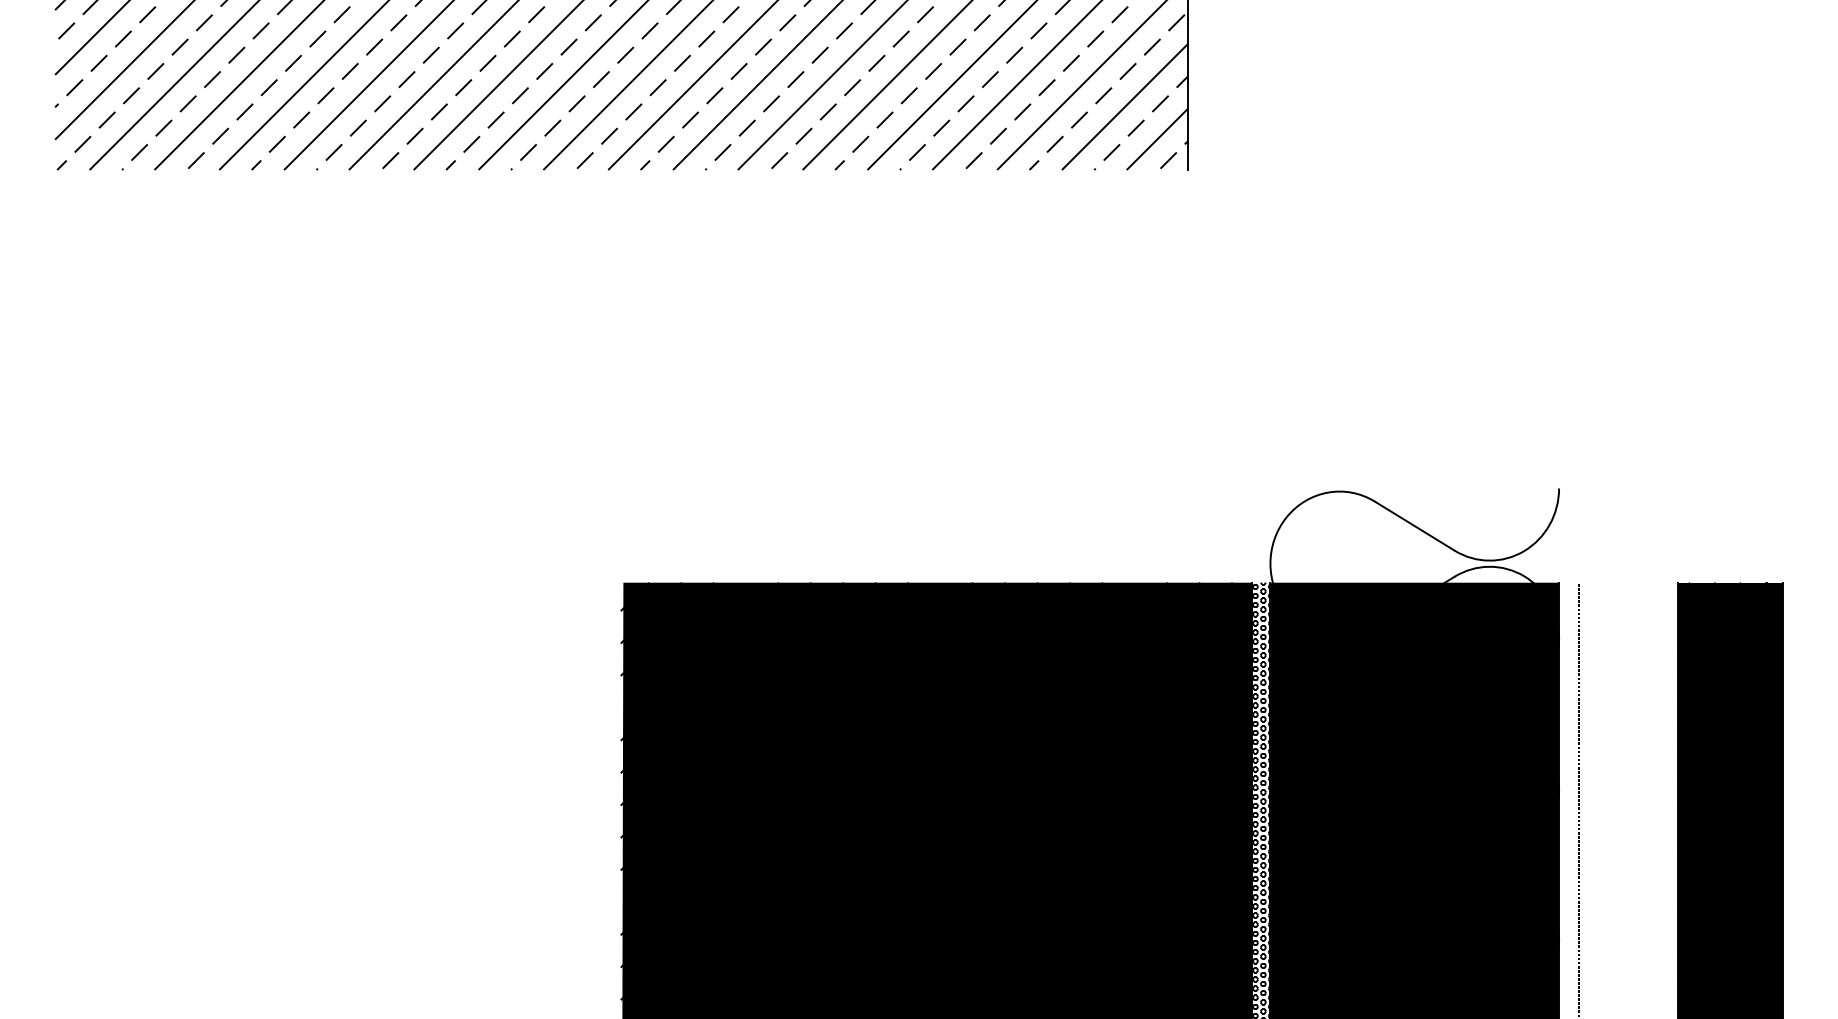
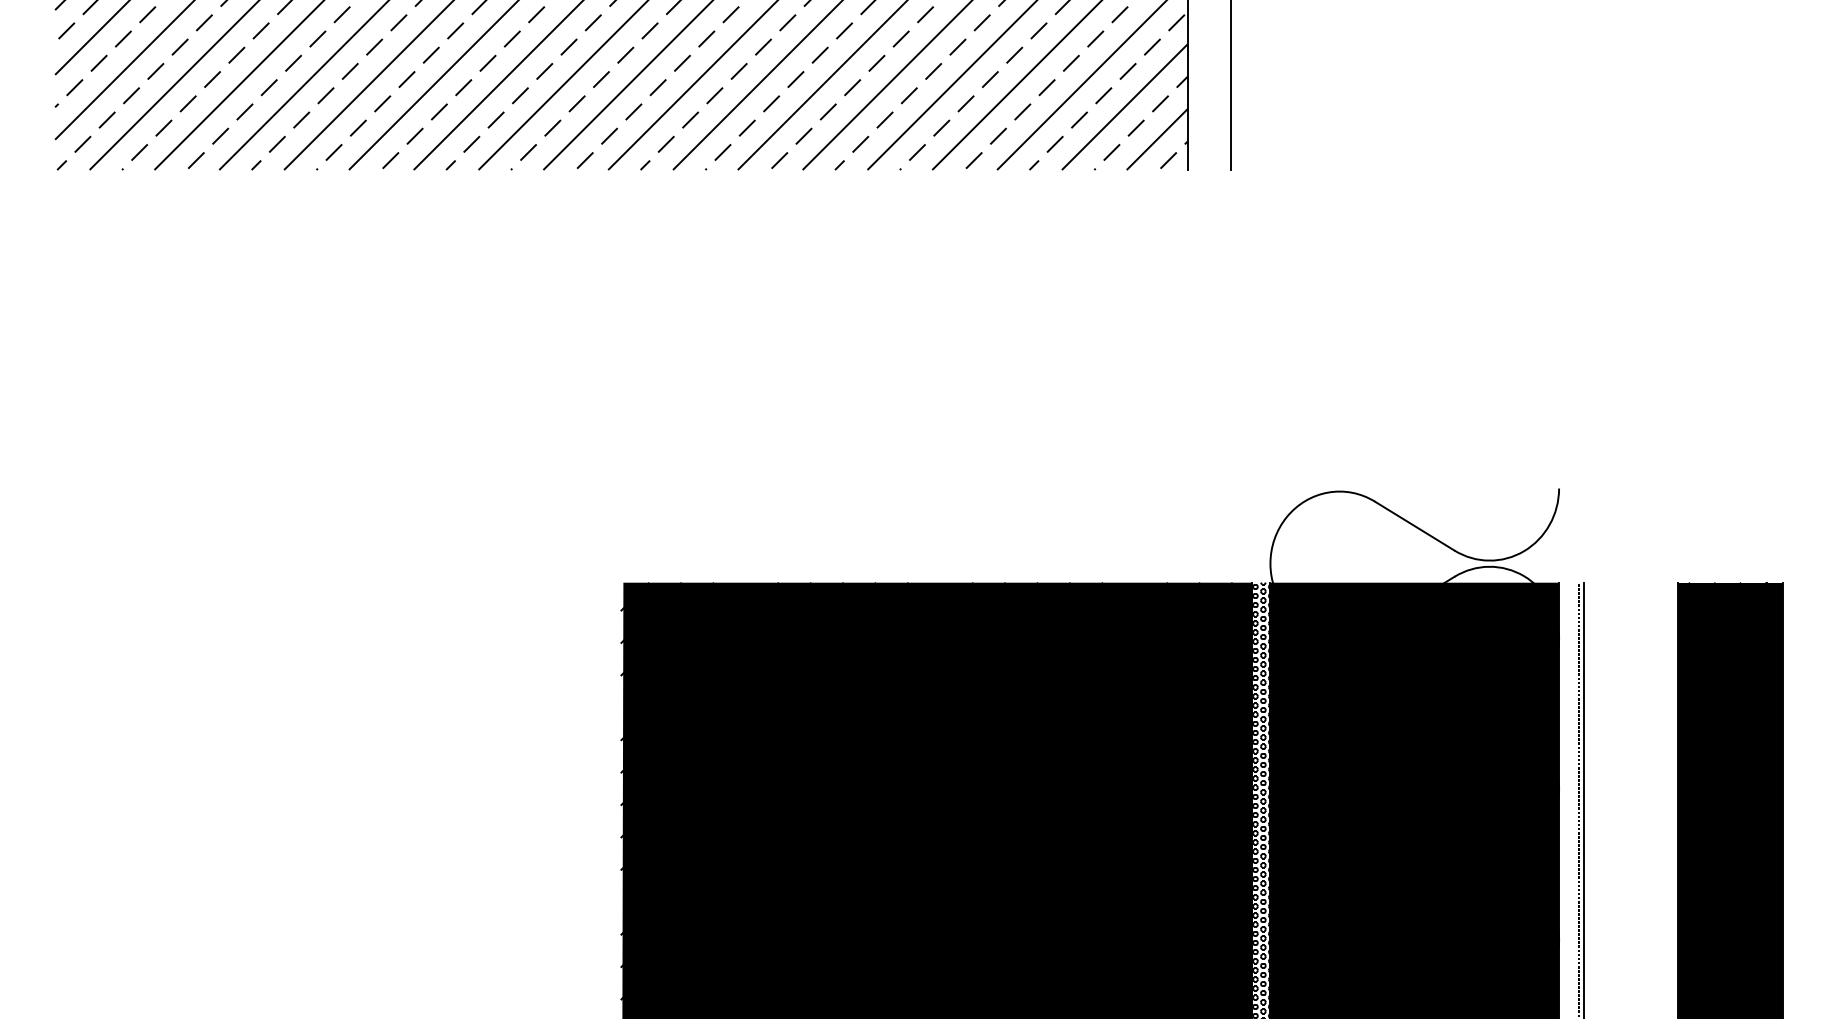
line at (1231, 86): none -> present
line at (1584, 798): none -> present
